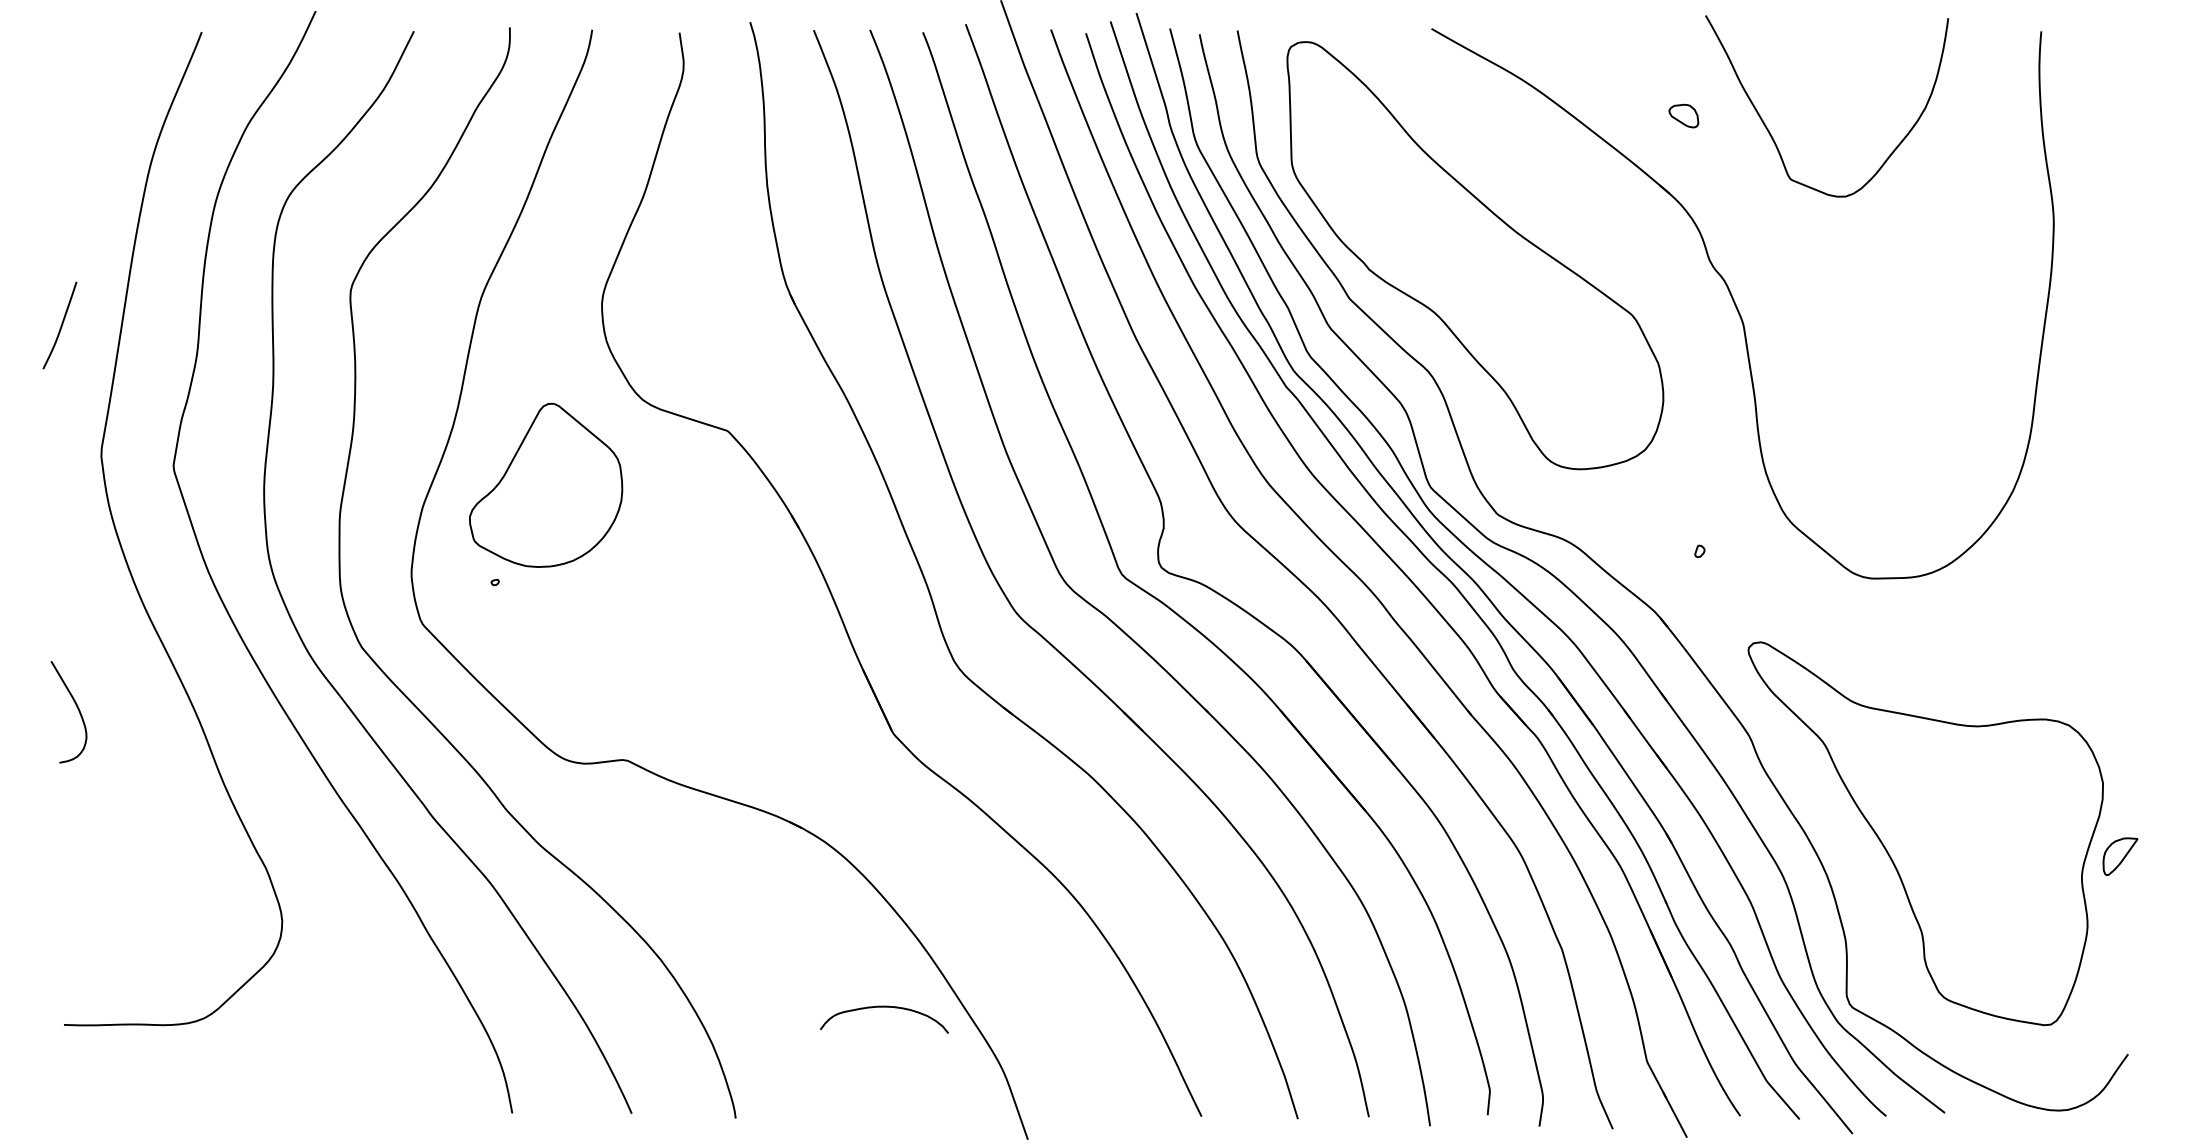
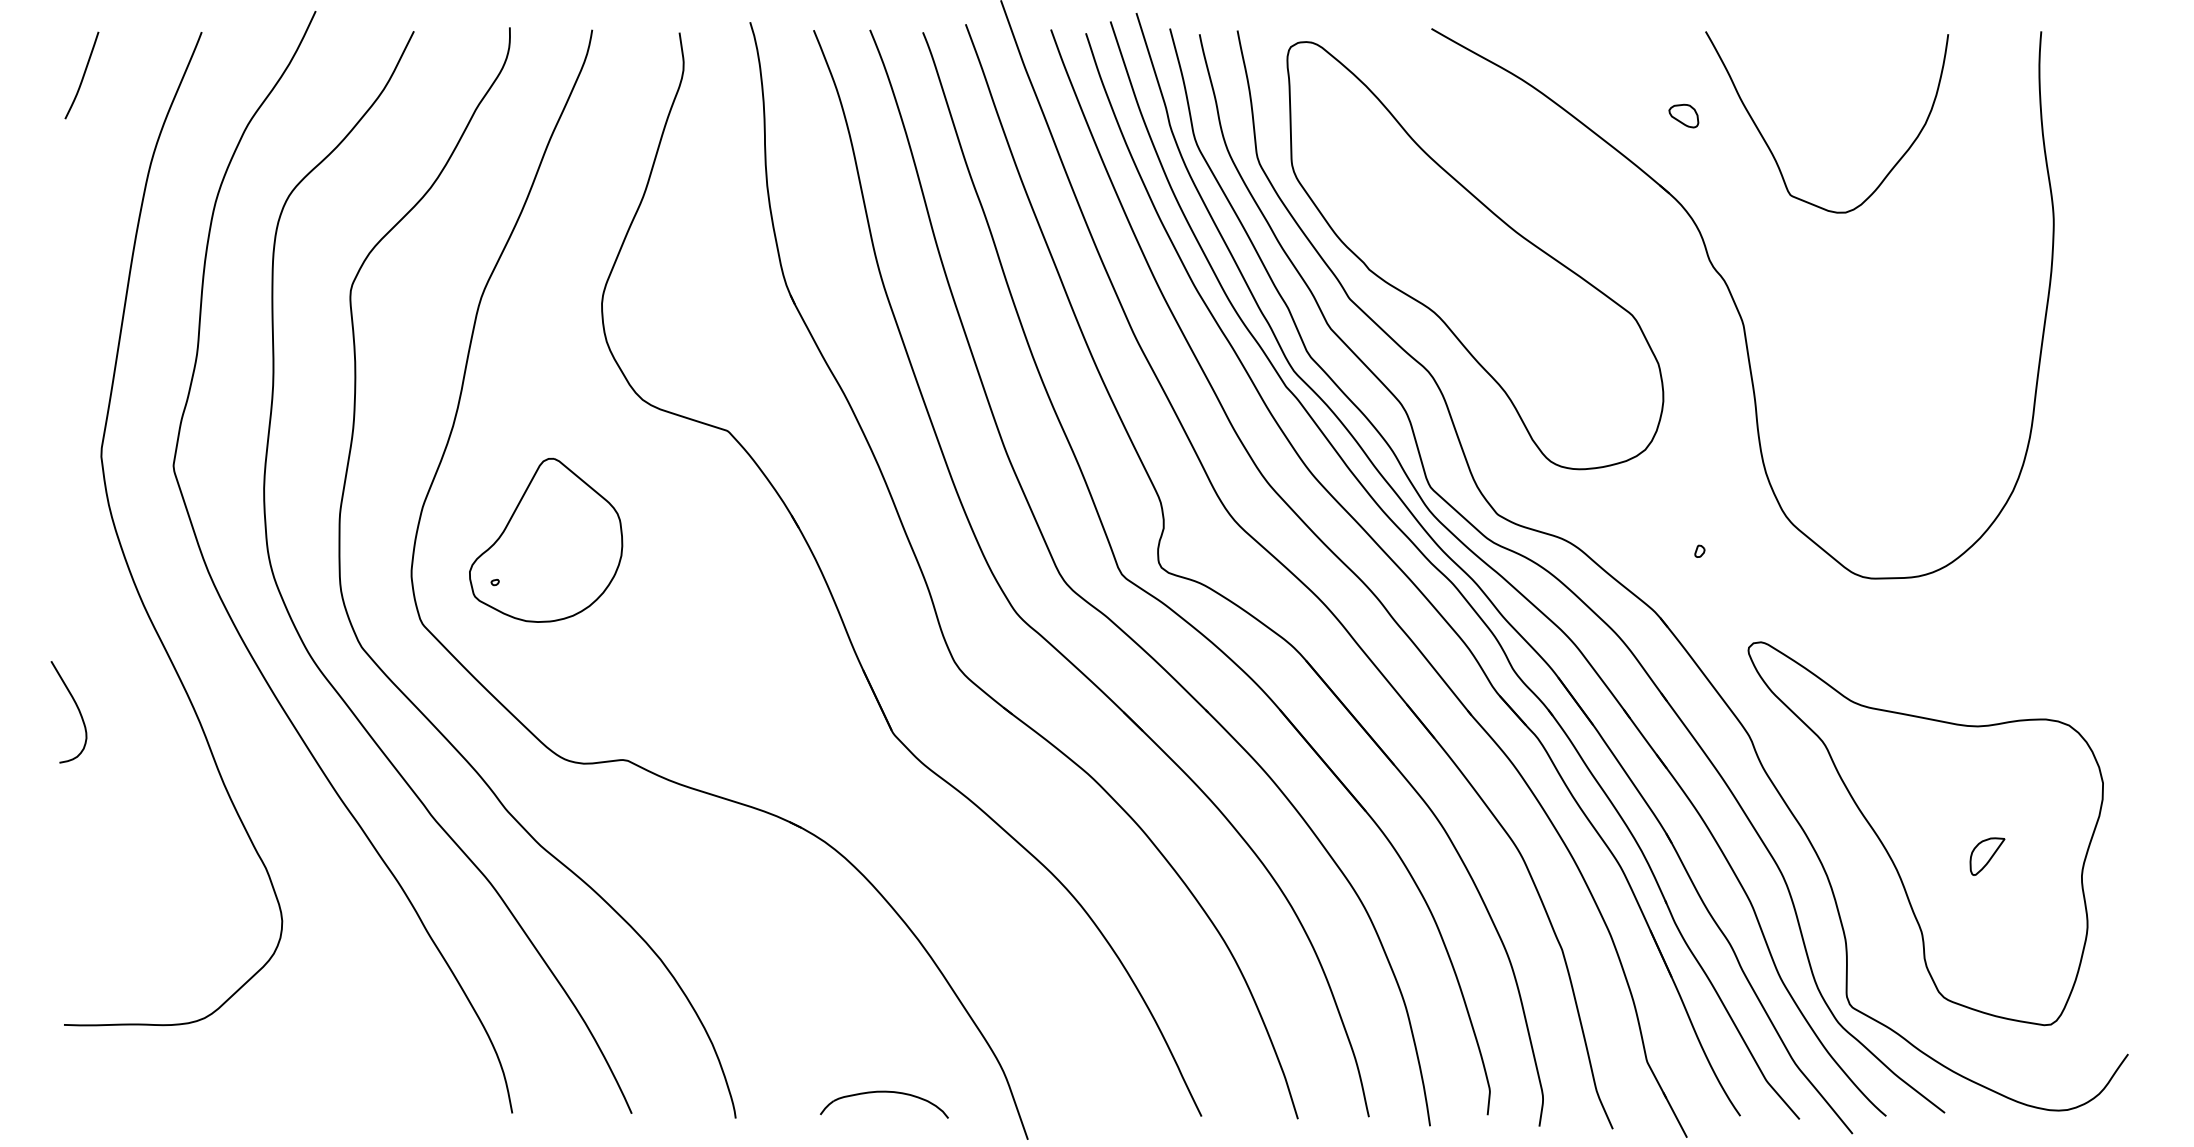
curve at (1774, 139) position: (1774, 139) -> (1774, 155)
curve at (60, 325) position: (60, 325) -> (82, 75)
part at (546, 484) position: (546, 484) -> (546, 539)
part at (2120, 856) position: (2120, 856) -> (1987, 856)
part at (884, 1007) position: (884, 1007) -> (884, 1092)
